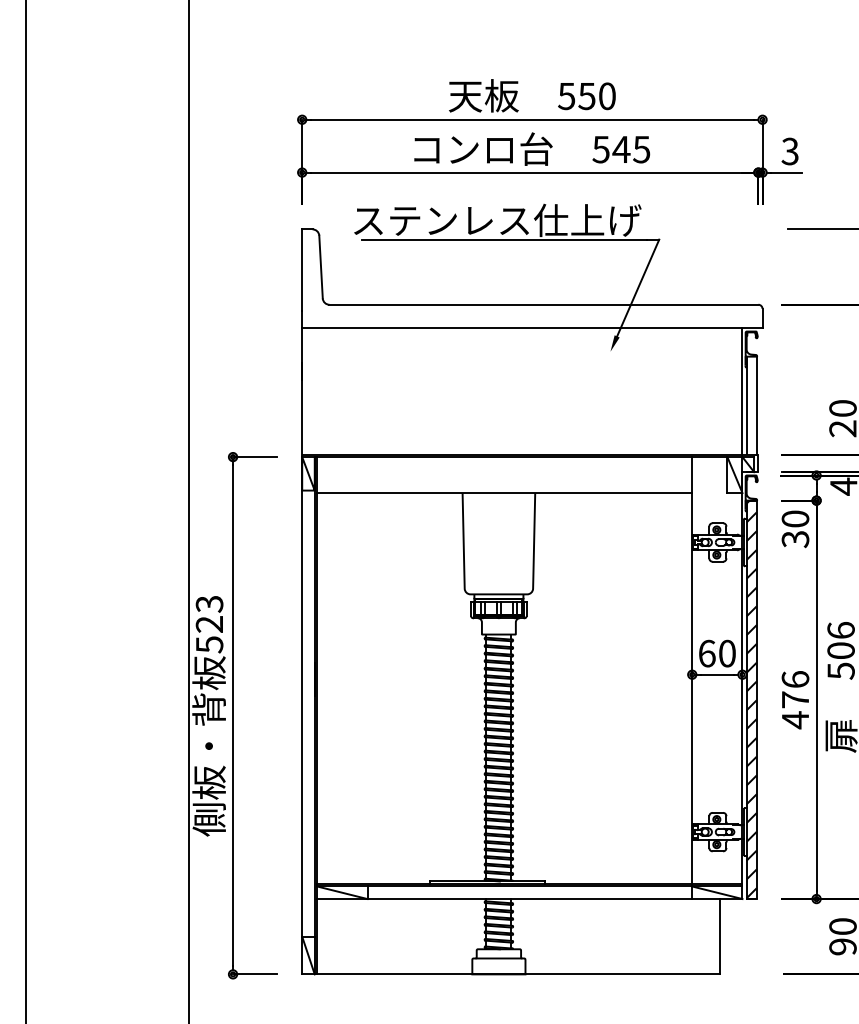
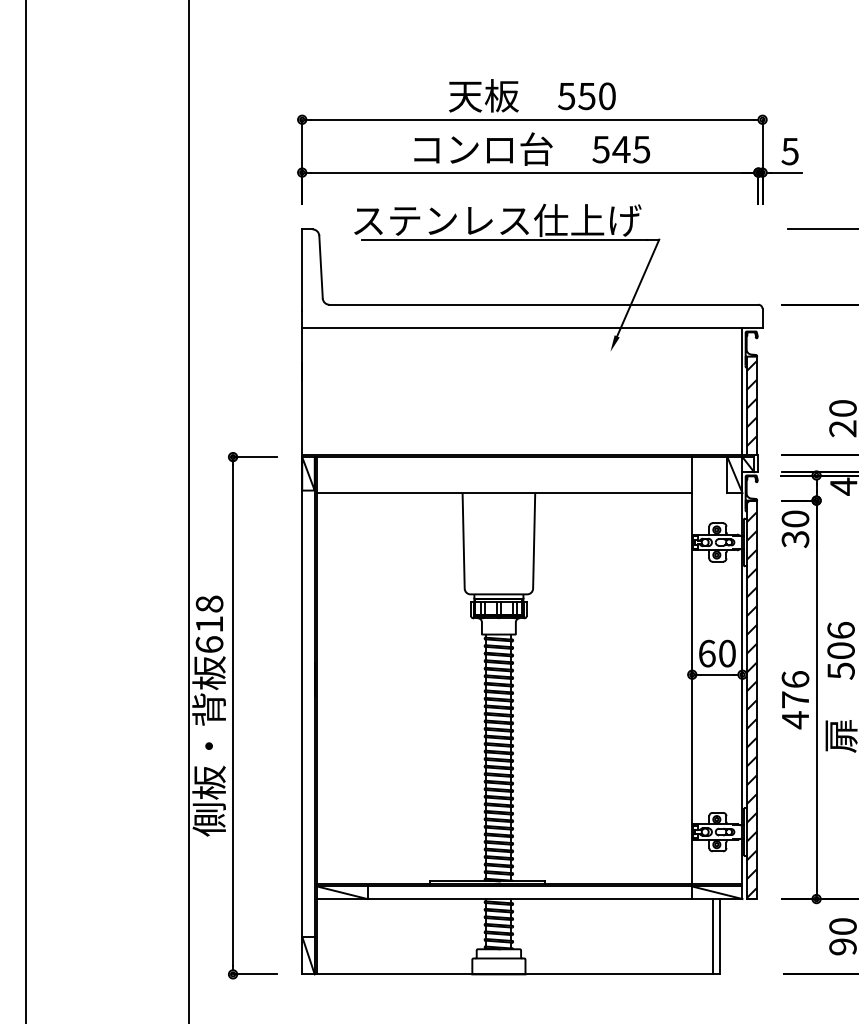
text at (790, 150): 3 -> 5
hatch at (751, 408): none -> present
text at (209, 624): 523 -> 618
line at (713, 936): none -> present
